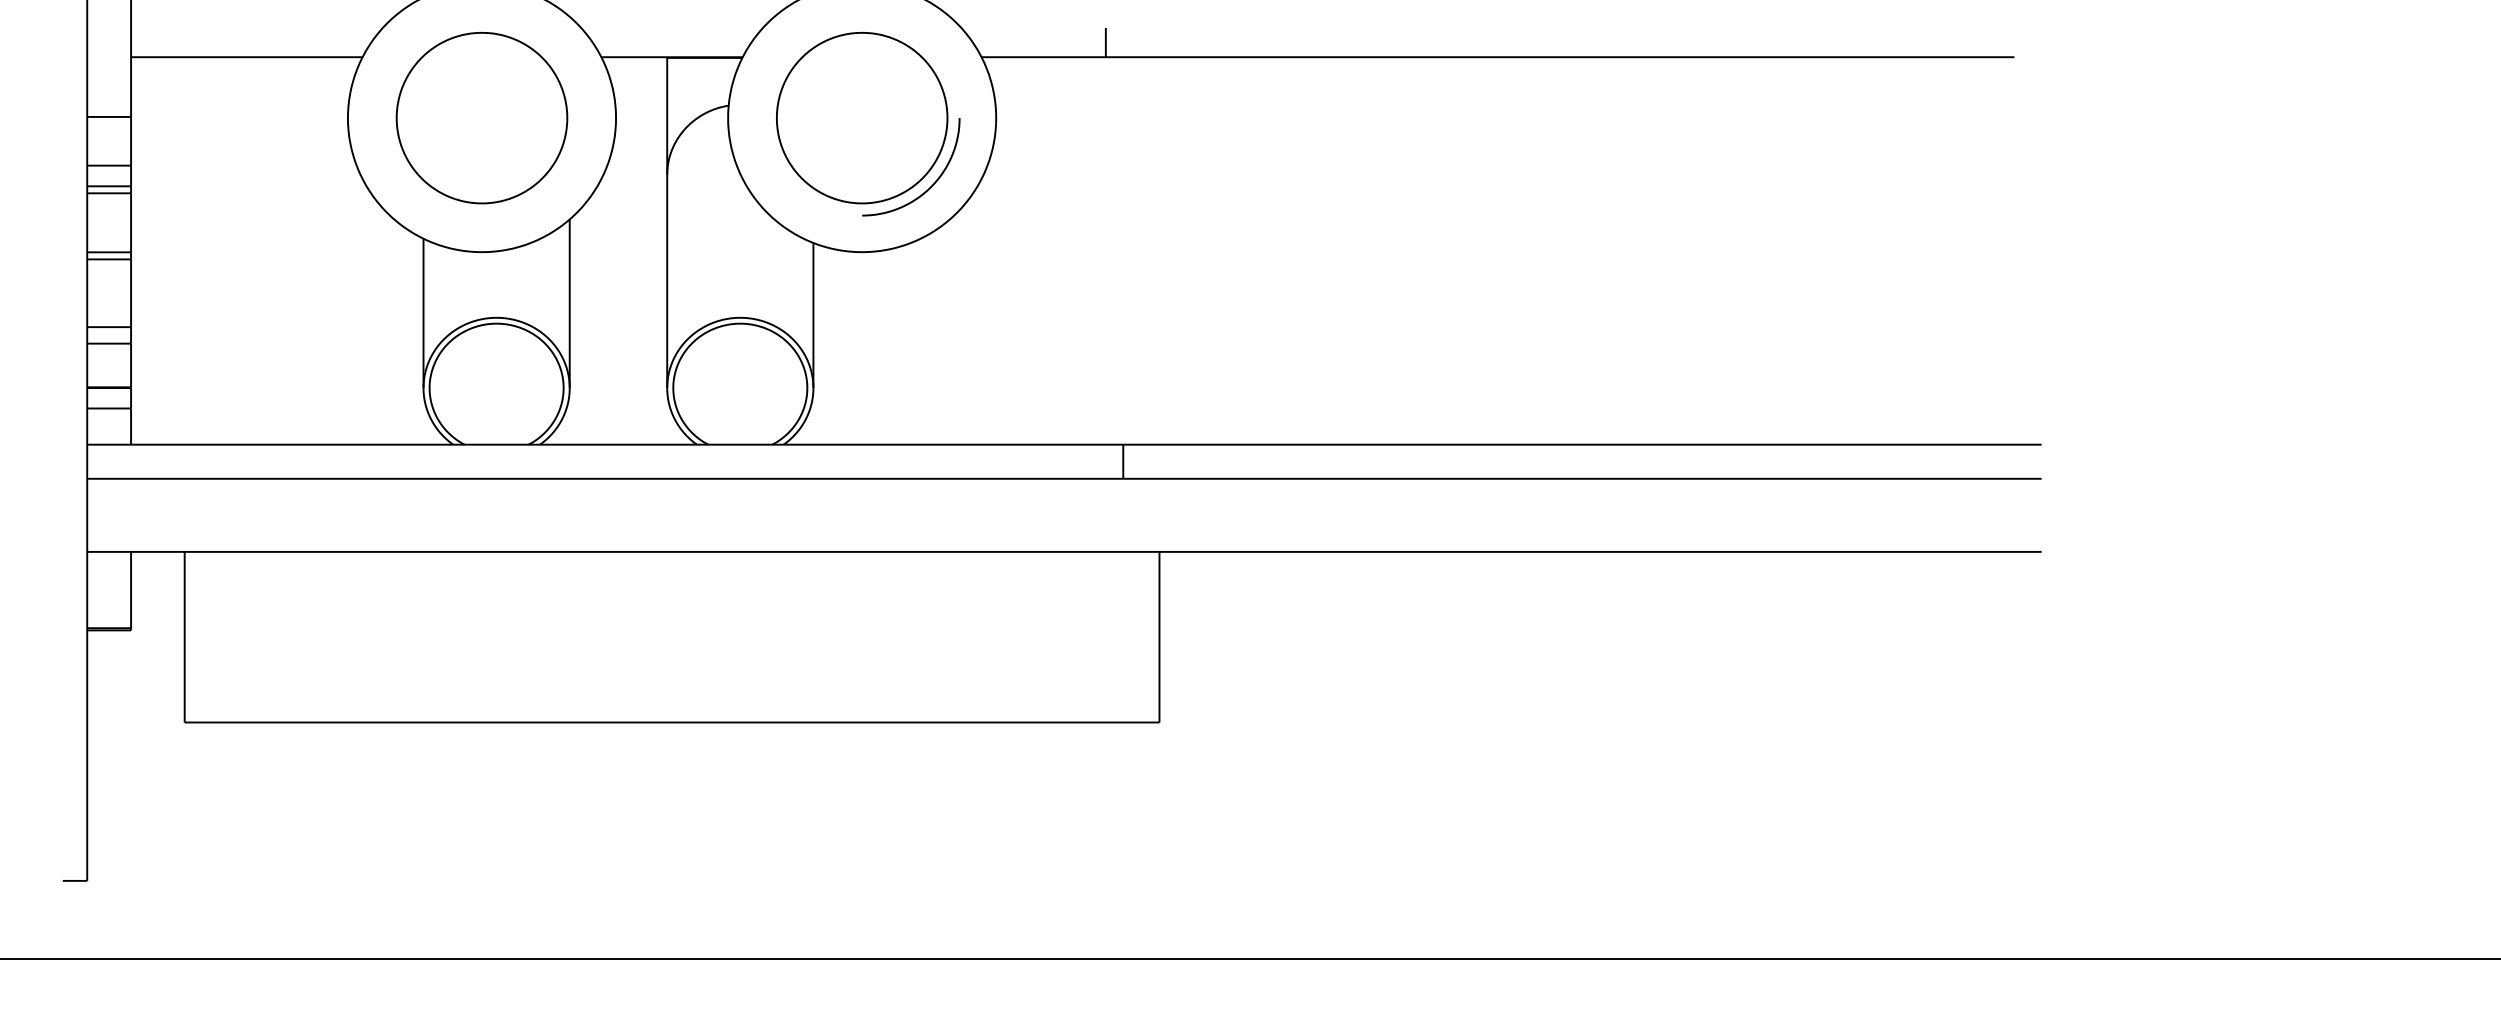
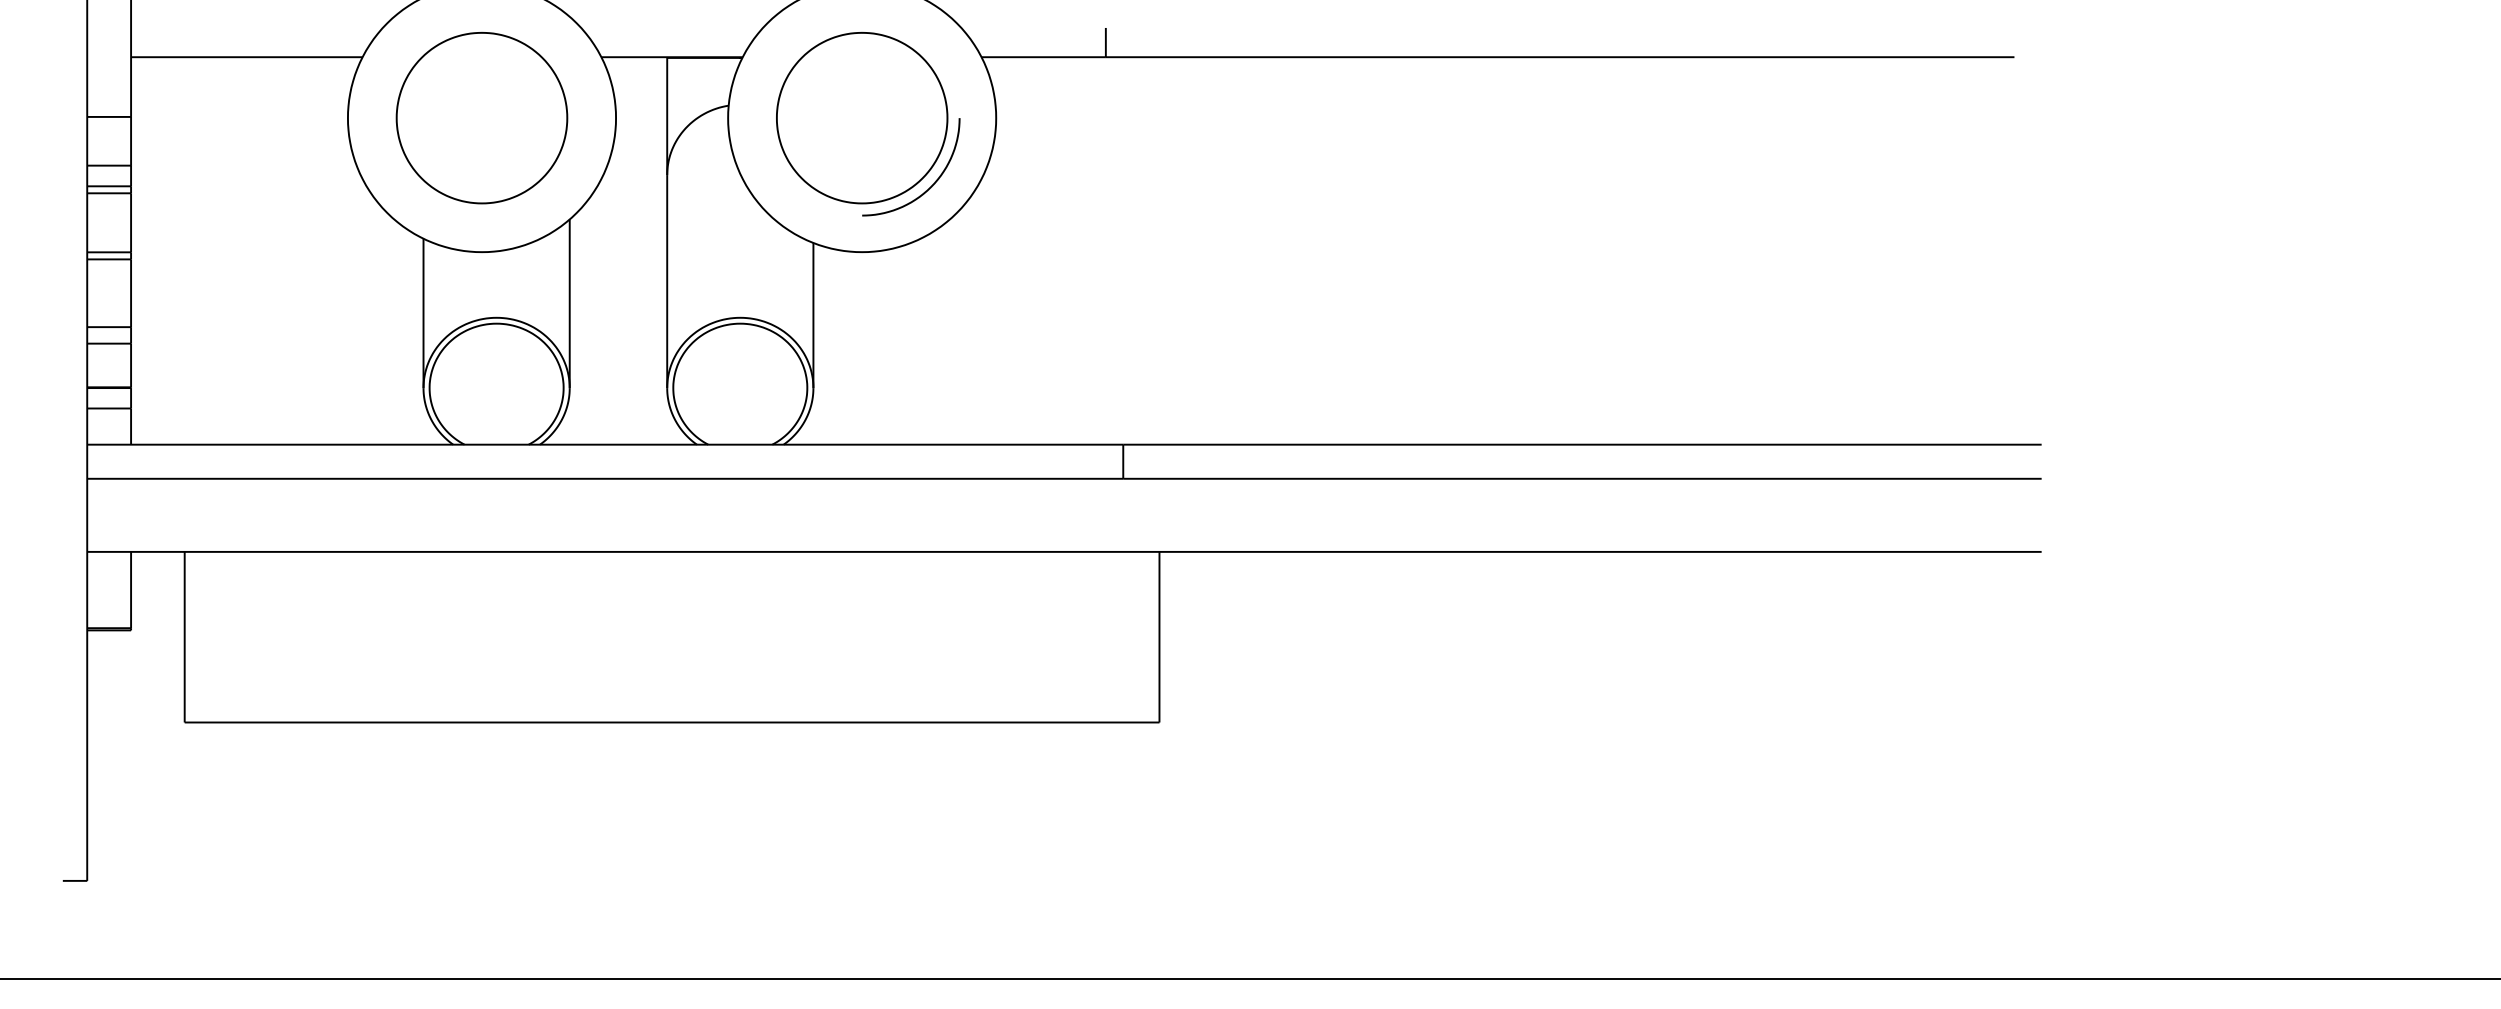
line at (1249, 958) position: (1249, 958) -> (1249, 978)
